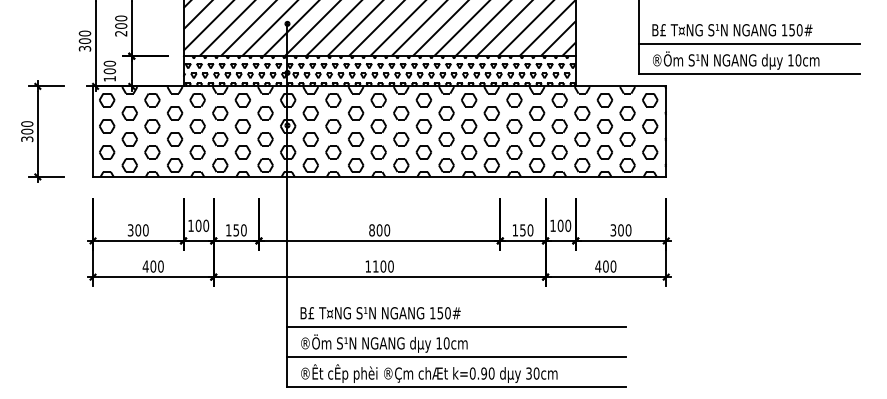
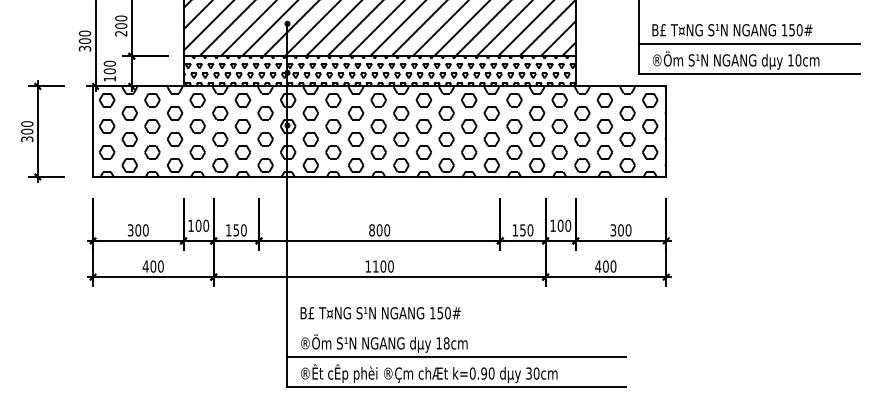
line at (456, 326): present -> none
text at (446, 343): 10cm -> 18cm
